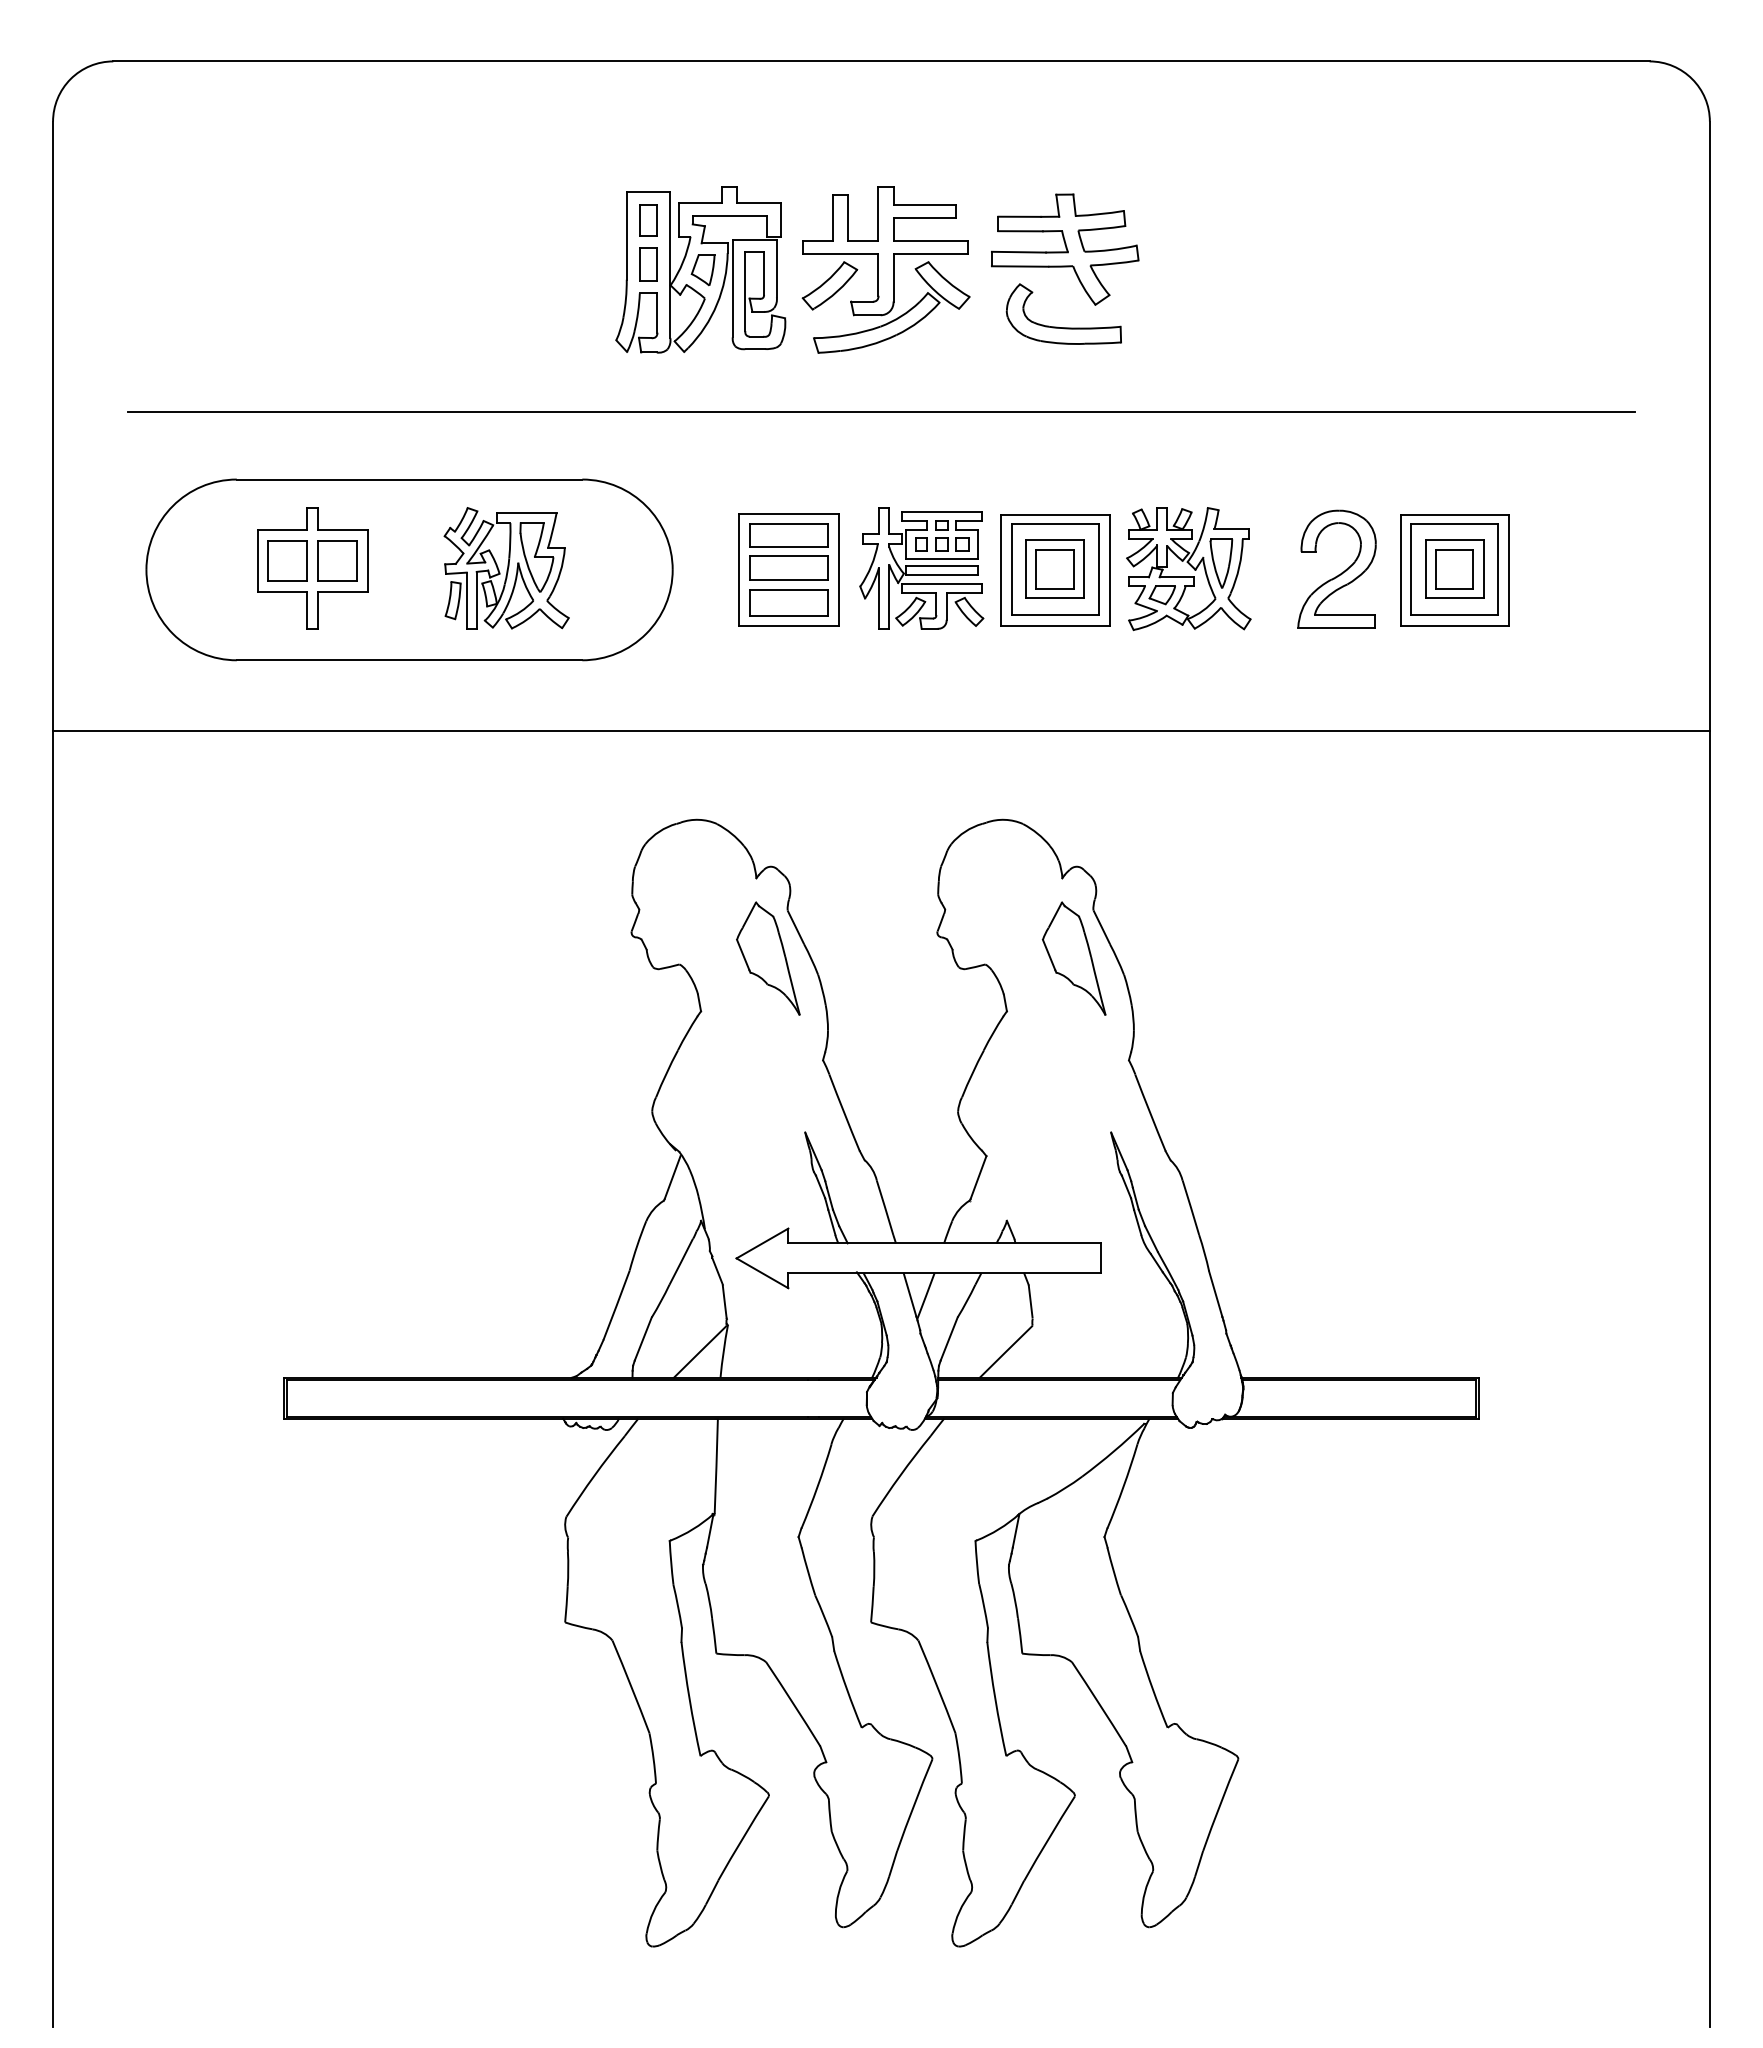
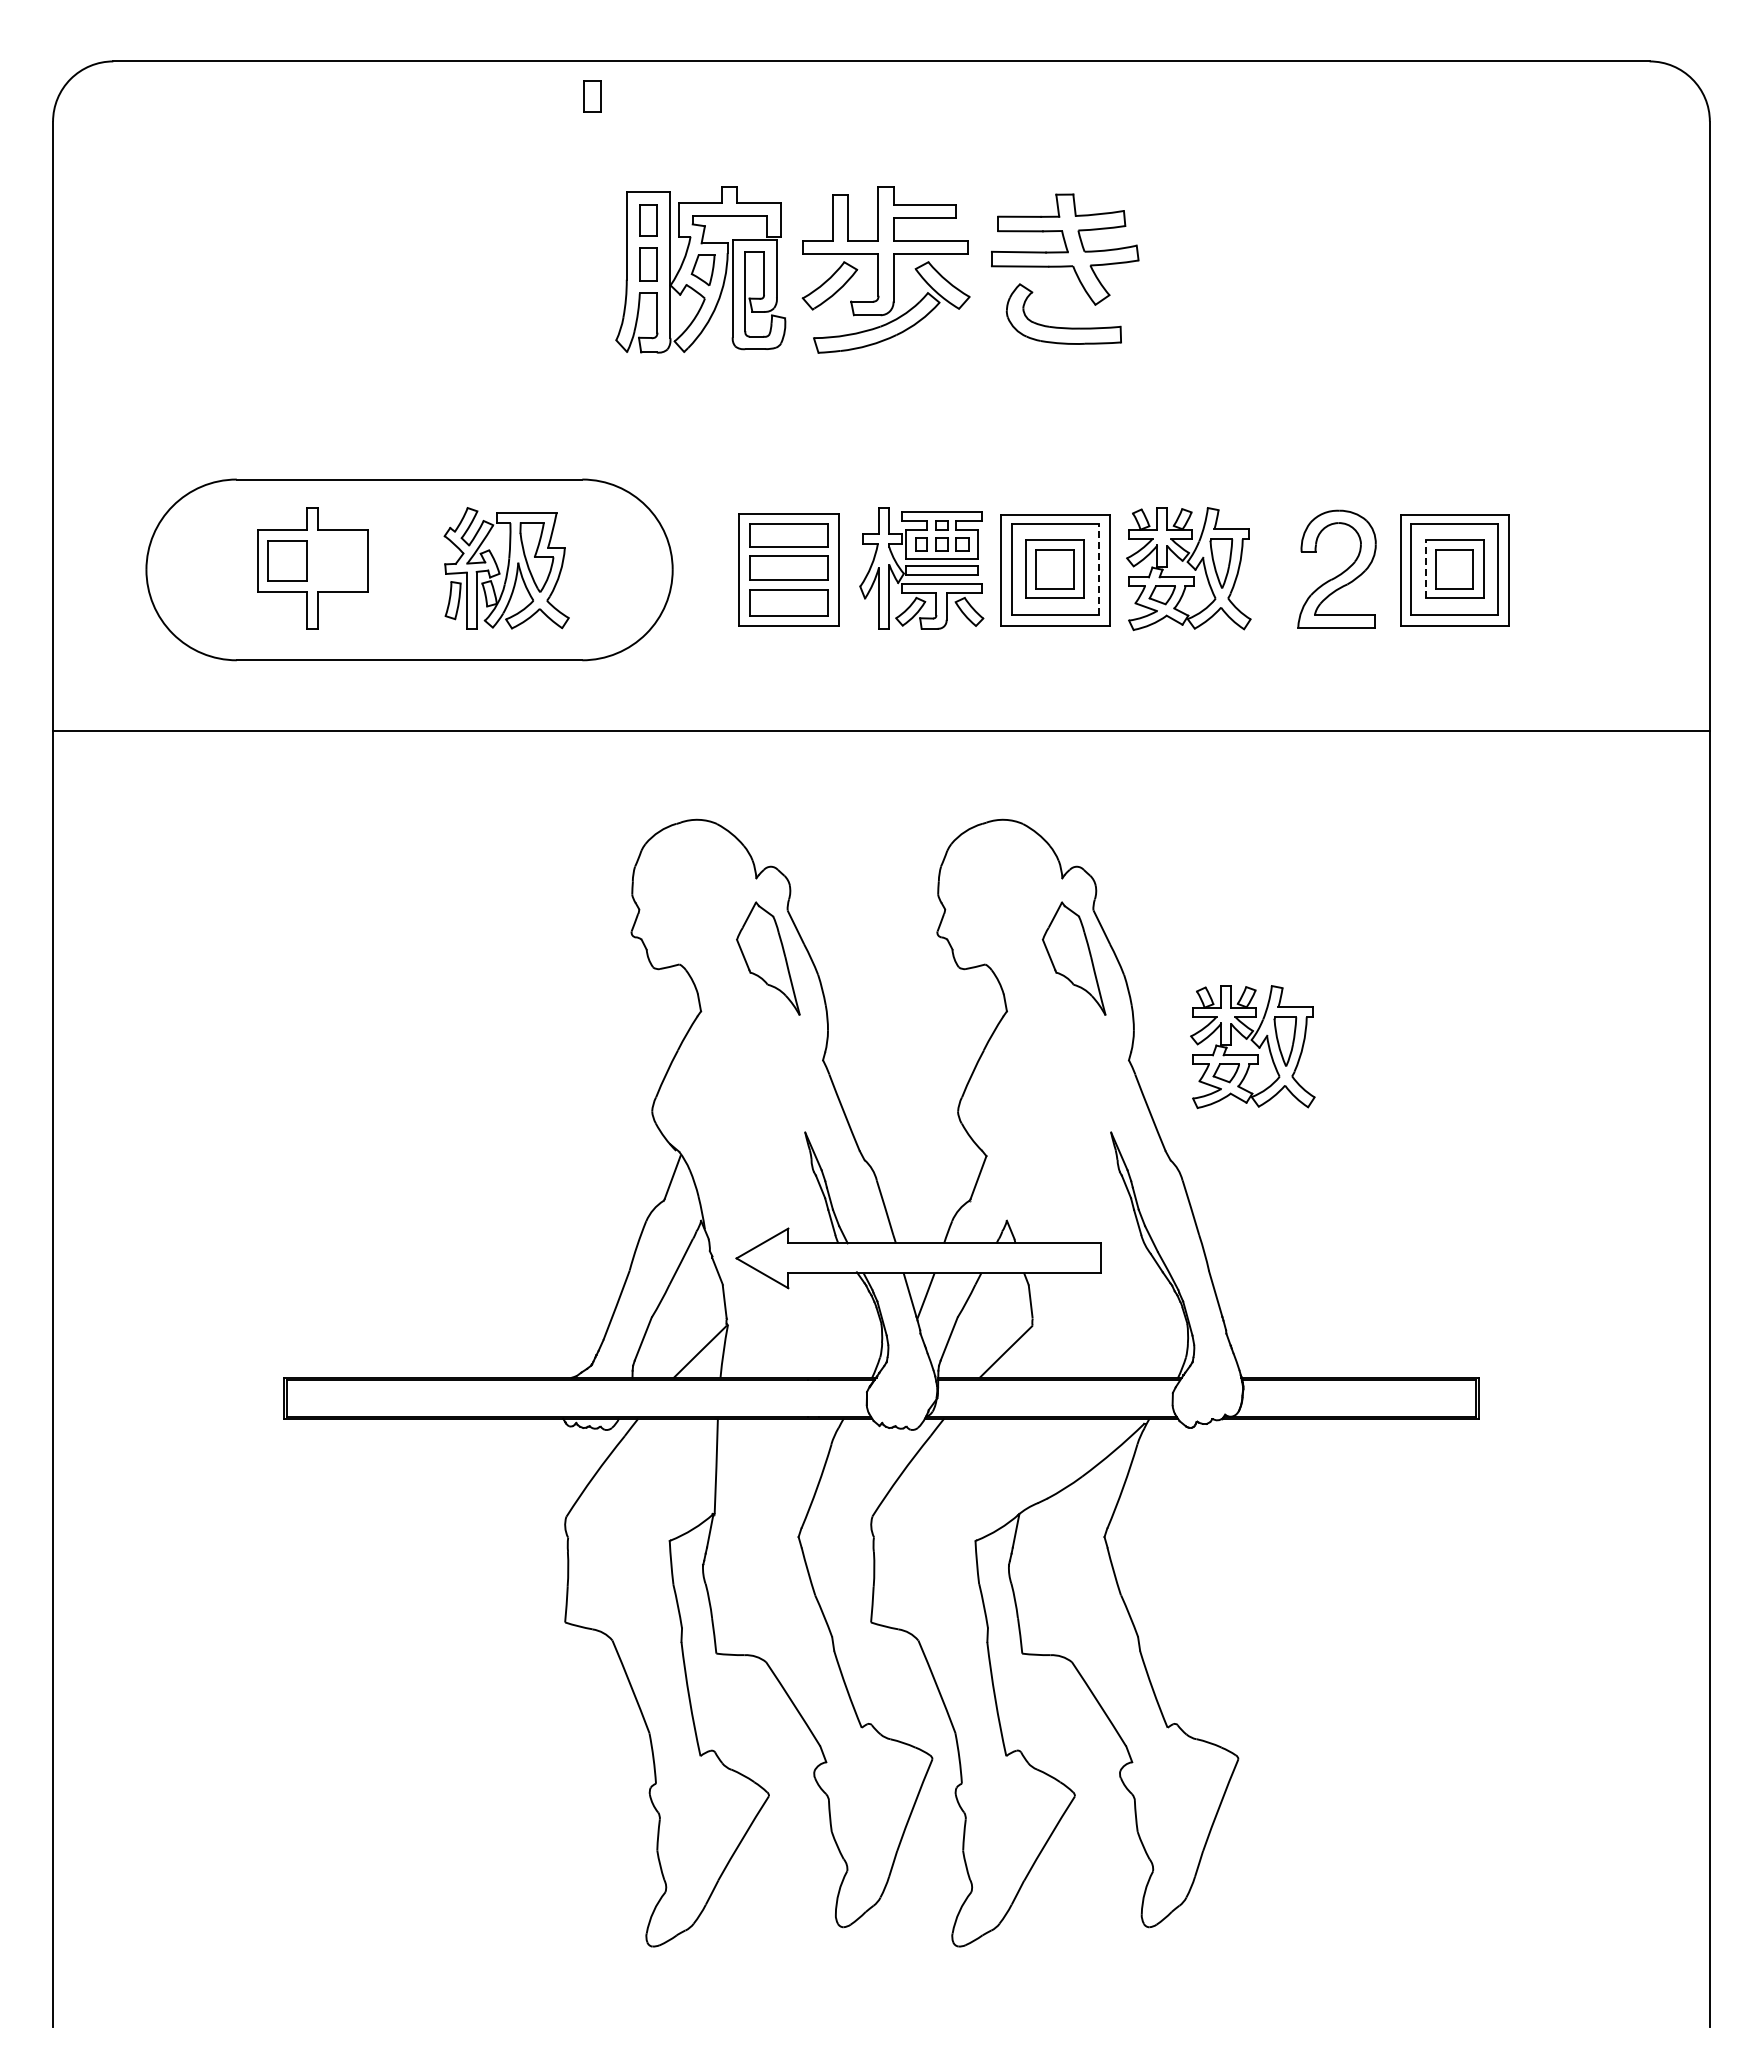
part at (592, 96): none -> present
line at (881, 411): present -> none
part at (337, 560): present -> none
line at (1425, 568): solid -> dashed
line at (1098, 569): solid -> dashed
part at (1252, 1046): none -> present
